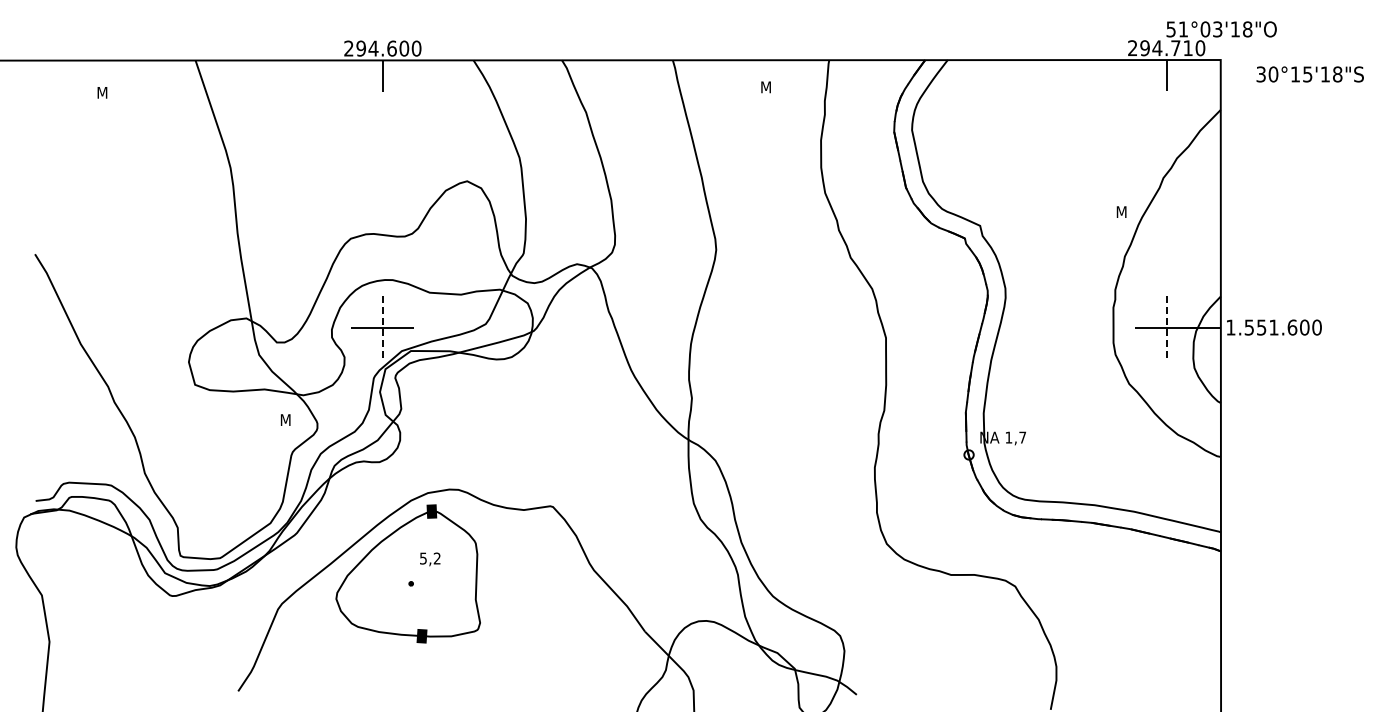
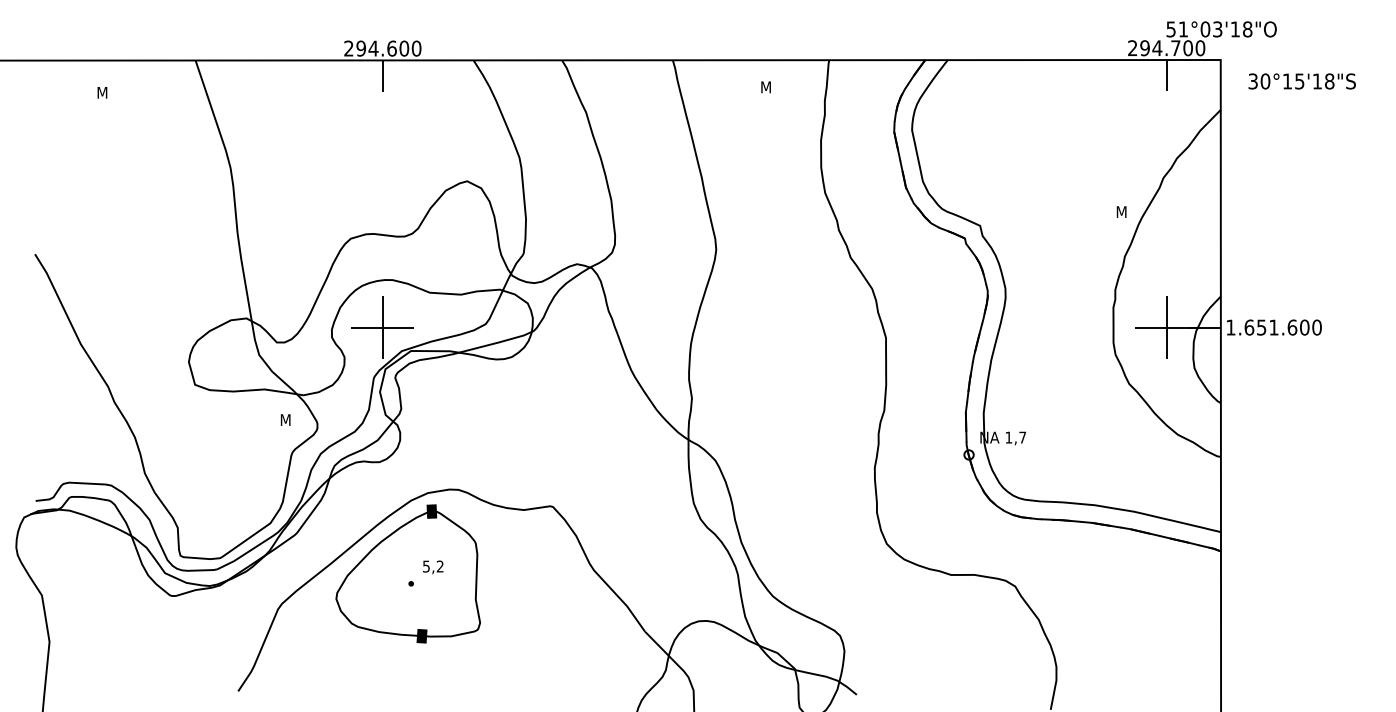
text at (1187, 48): 294.710 -> 294.700
text at (1309, 74) position: (1309, 74) -> (1301, 81)
text at (1249, 327): 1.551.600 -> 1.651.600
line at (382, 328): dashed -> solid
line at (1166, 328): dashed -> solid
text at (430, 559) position: (430, 559) -> (433, 567)
